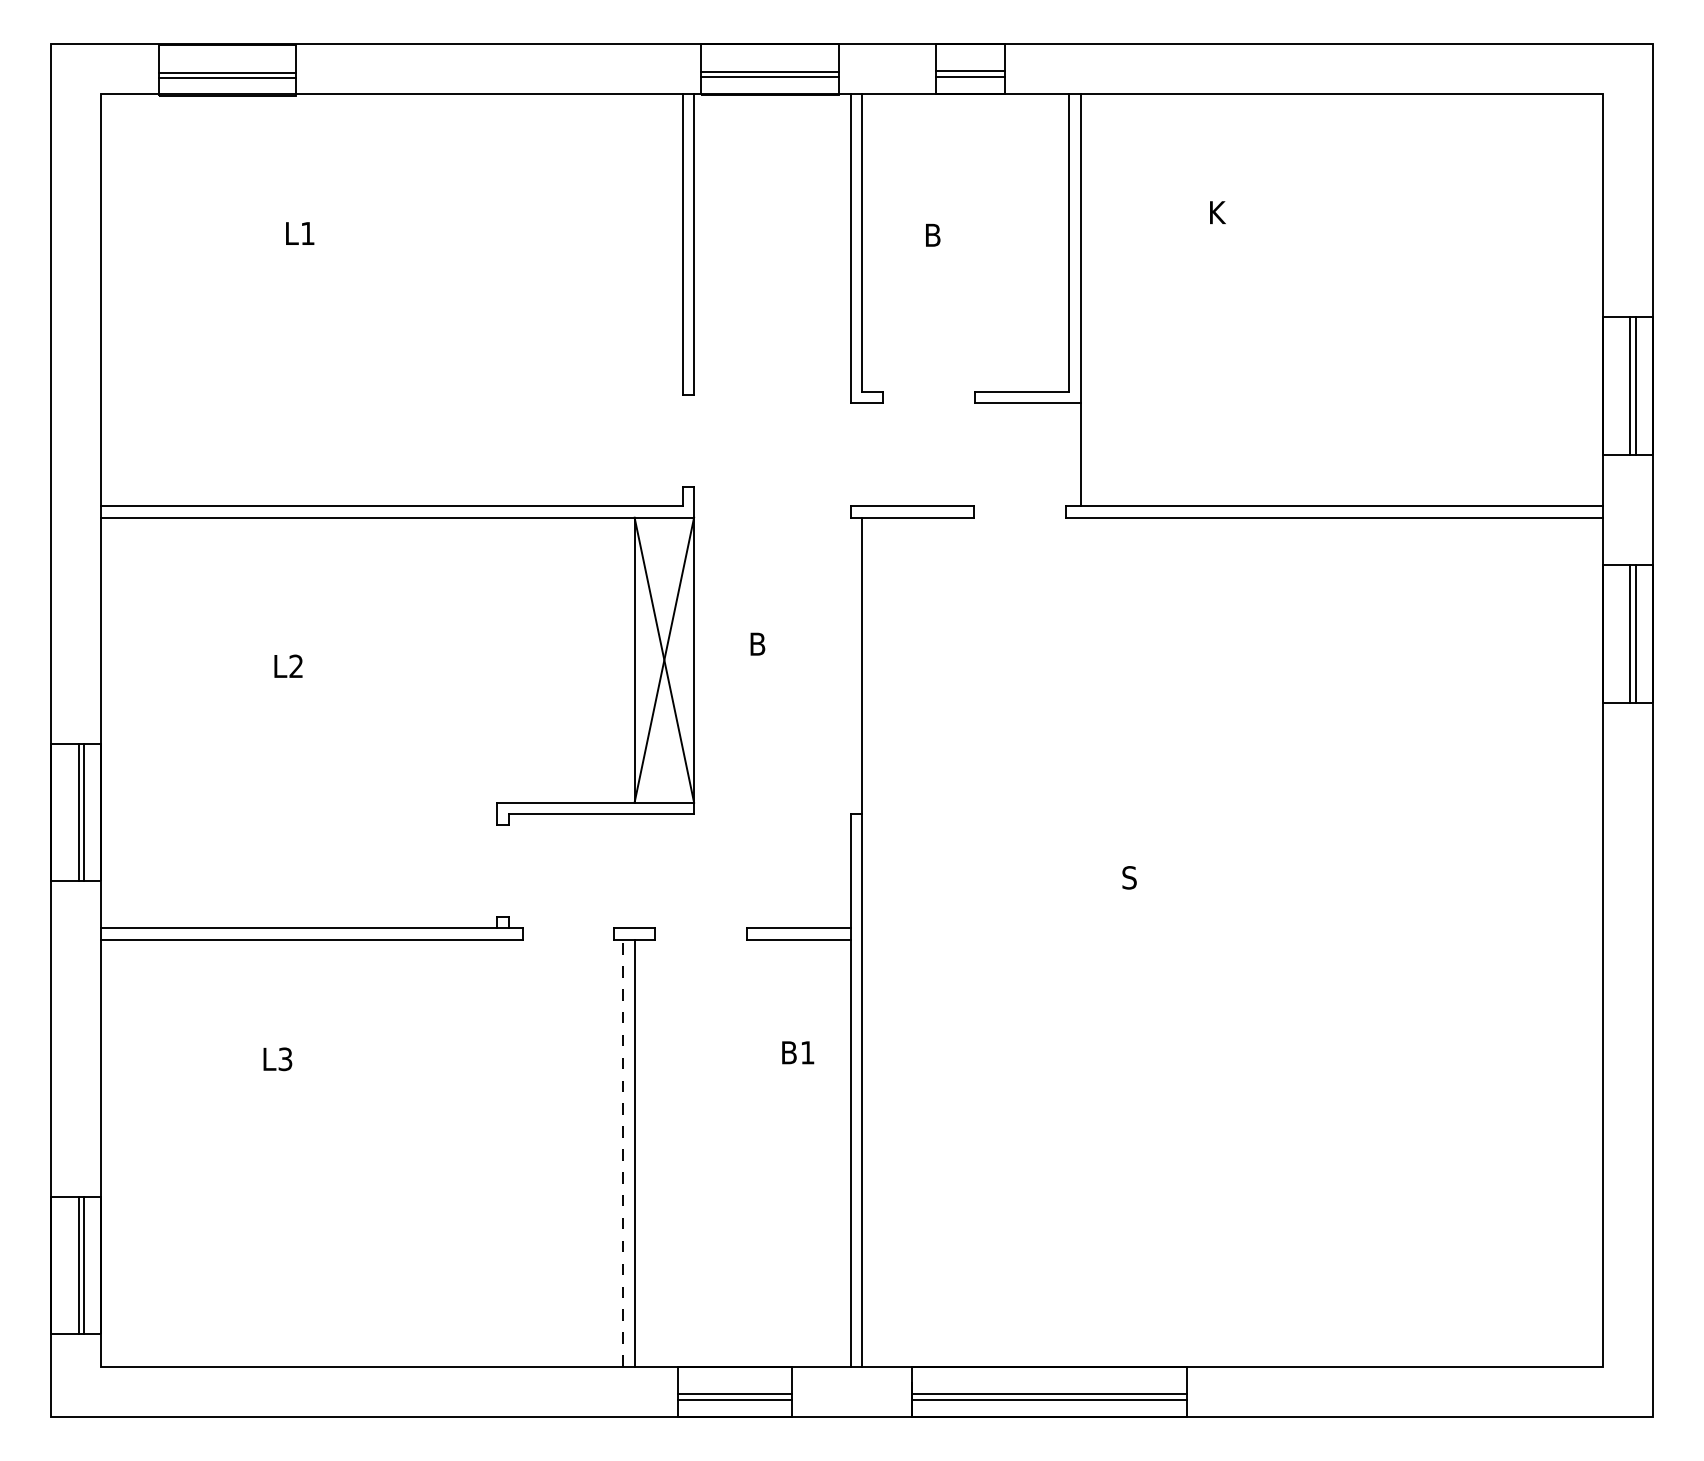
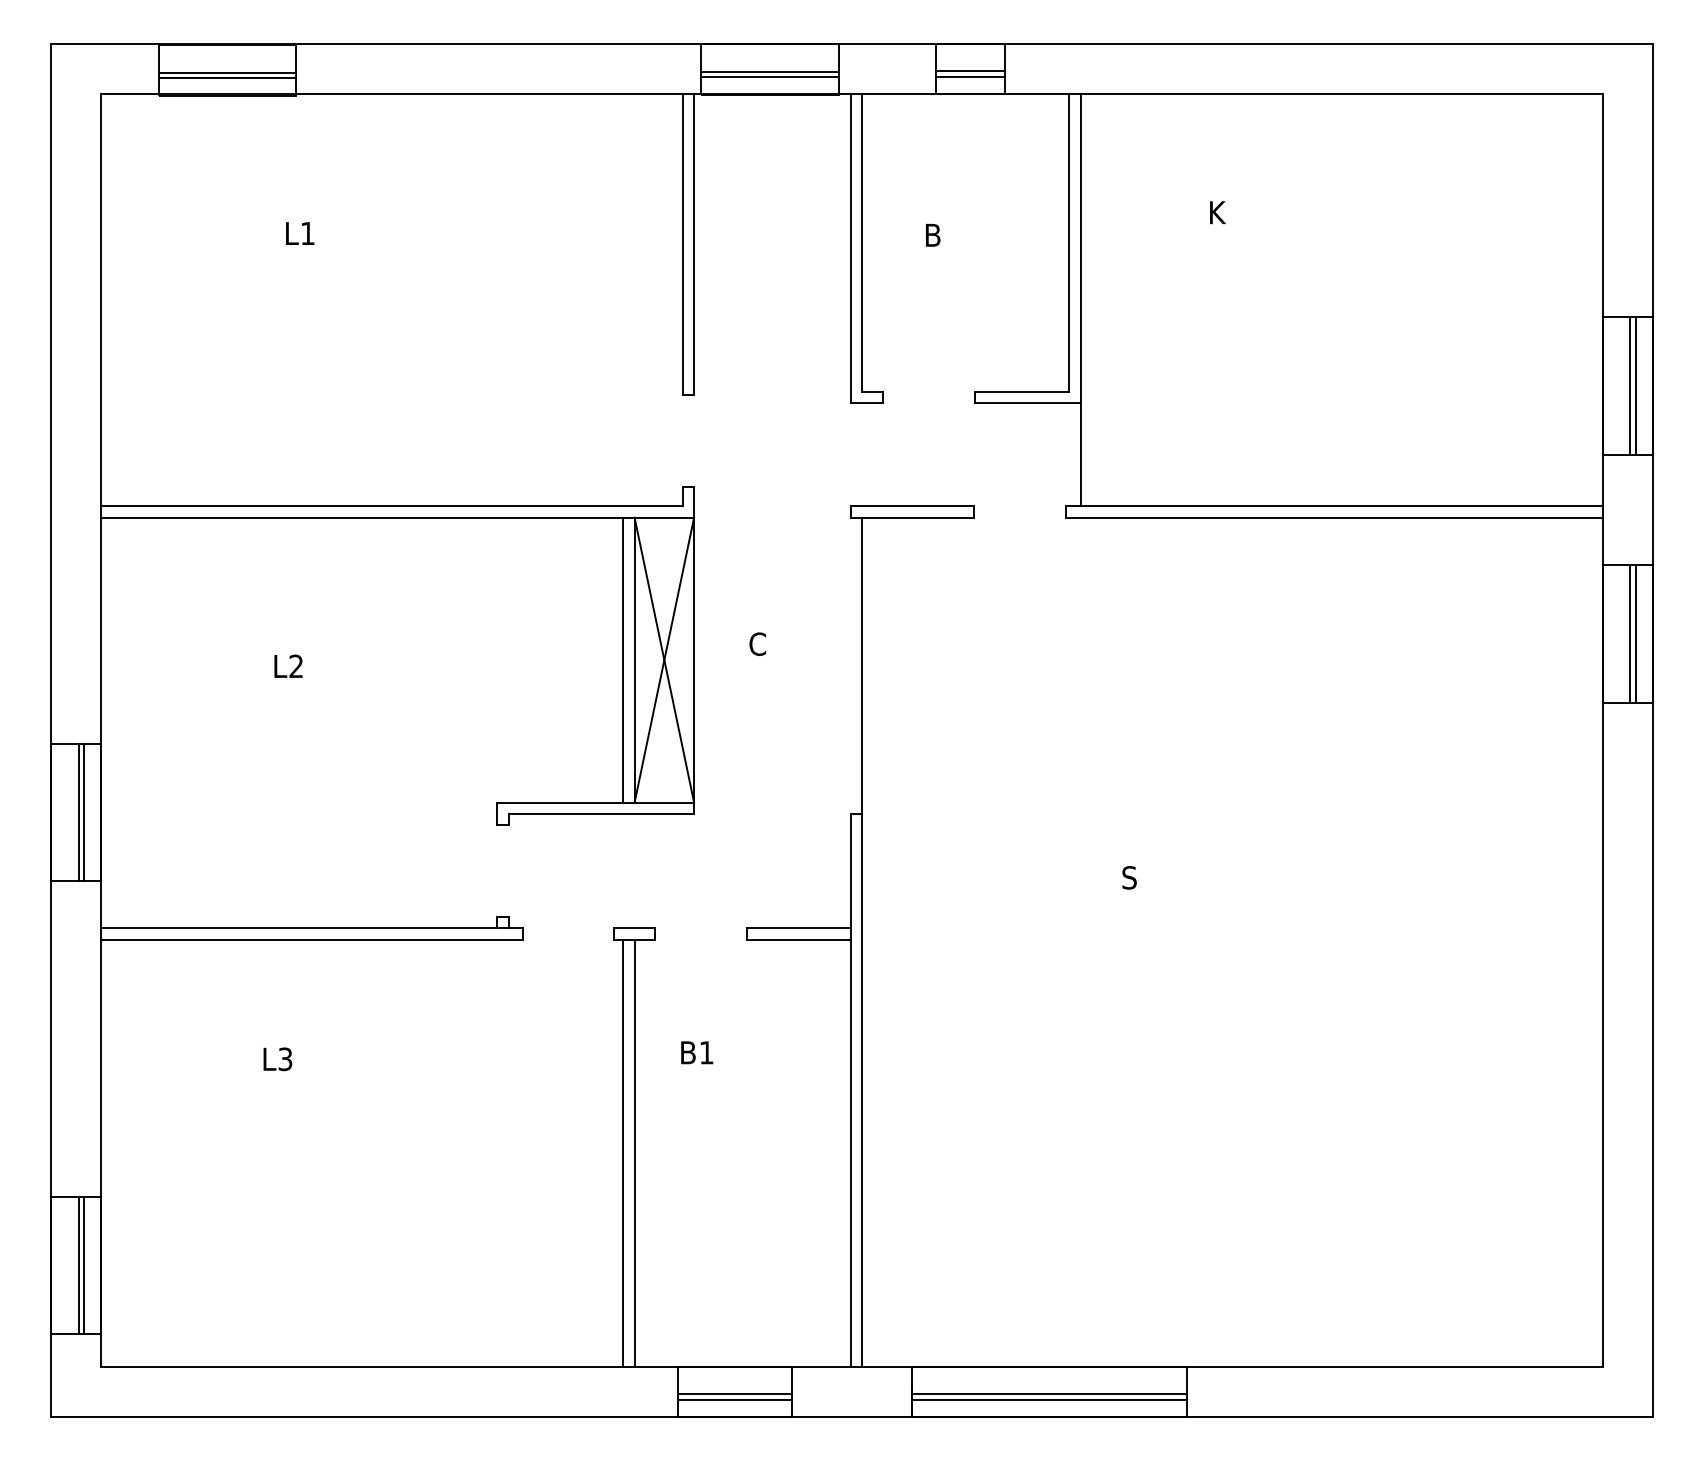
text at (757, 643): B -> C
line at (623, 659): none -> present
text at (798, 1052) position: (798, 1052) -> (697, 1052)
line at (623, 1152): dashed -> solid
